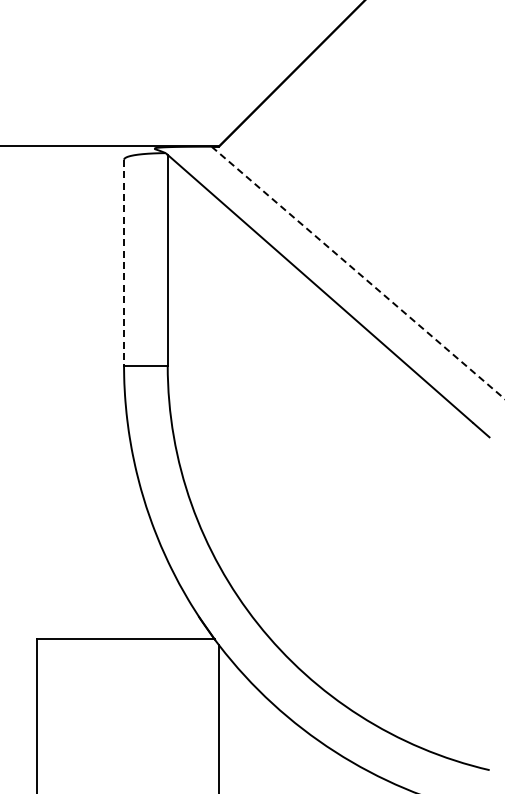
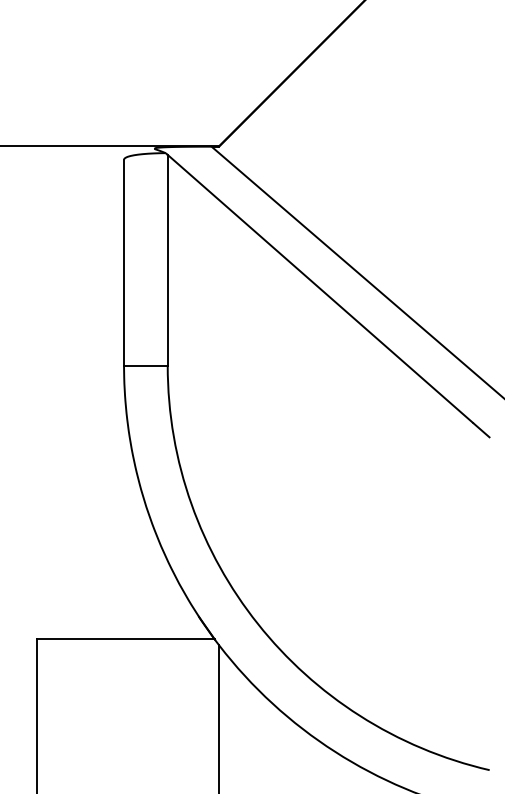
line at (124, 262): dashed -> solid
line at (358, 273): dashed -> solid
